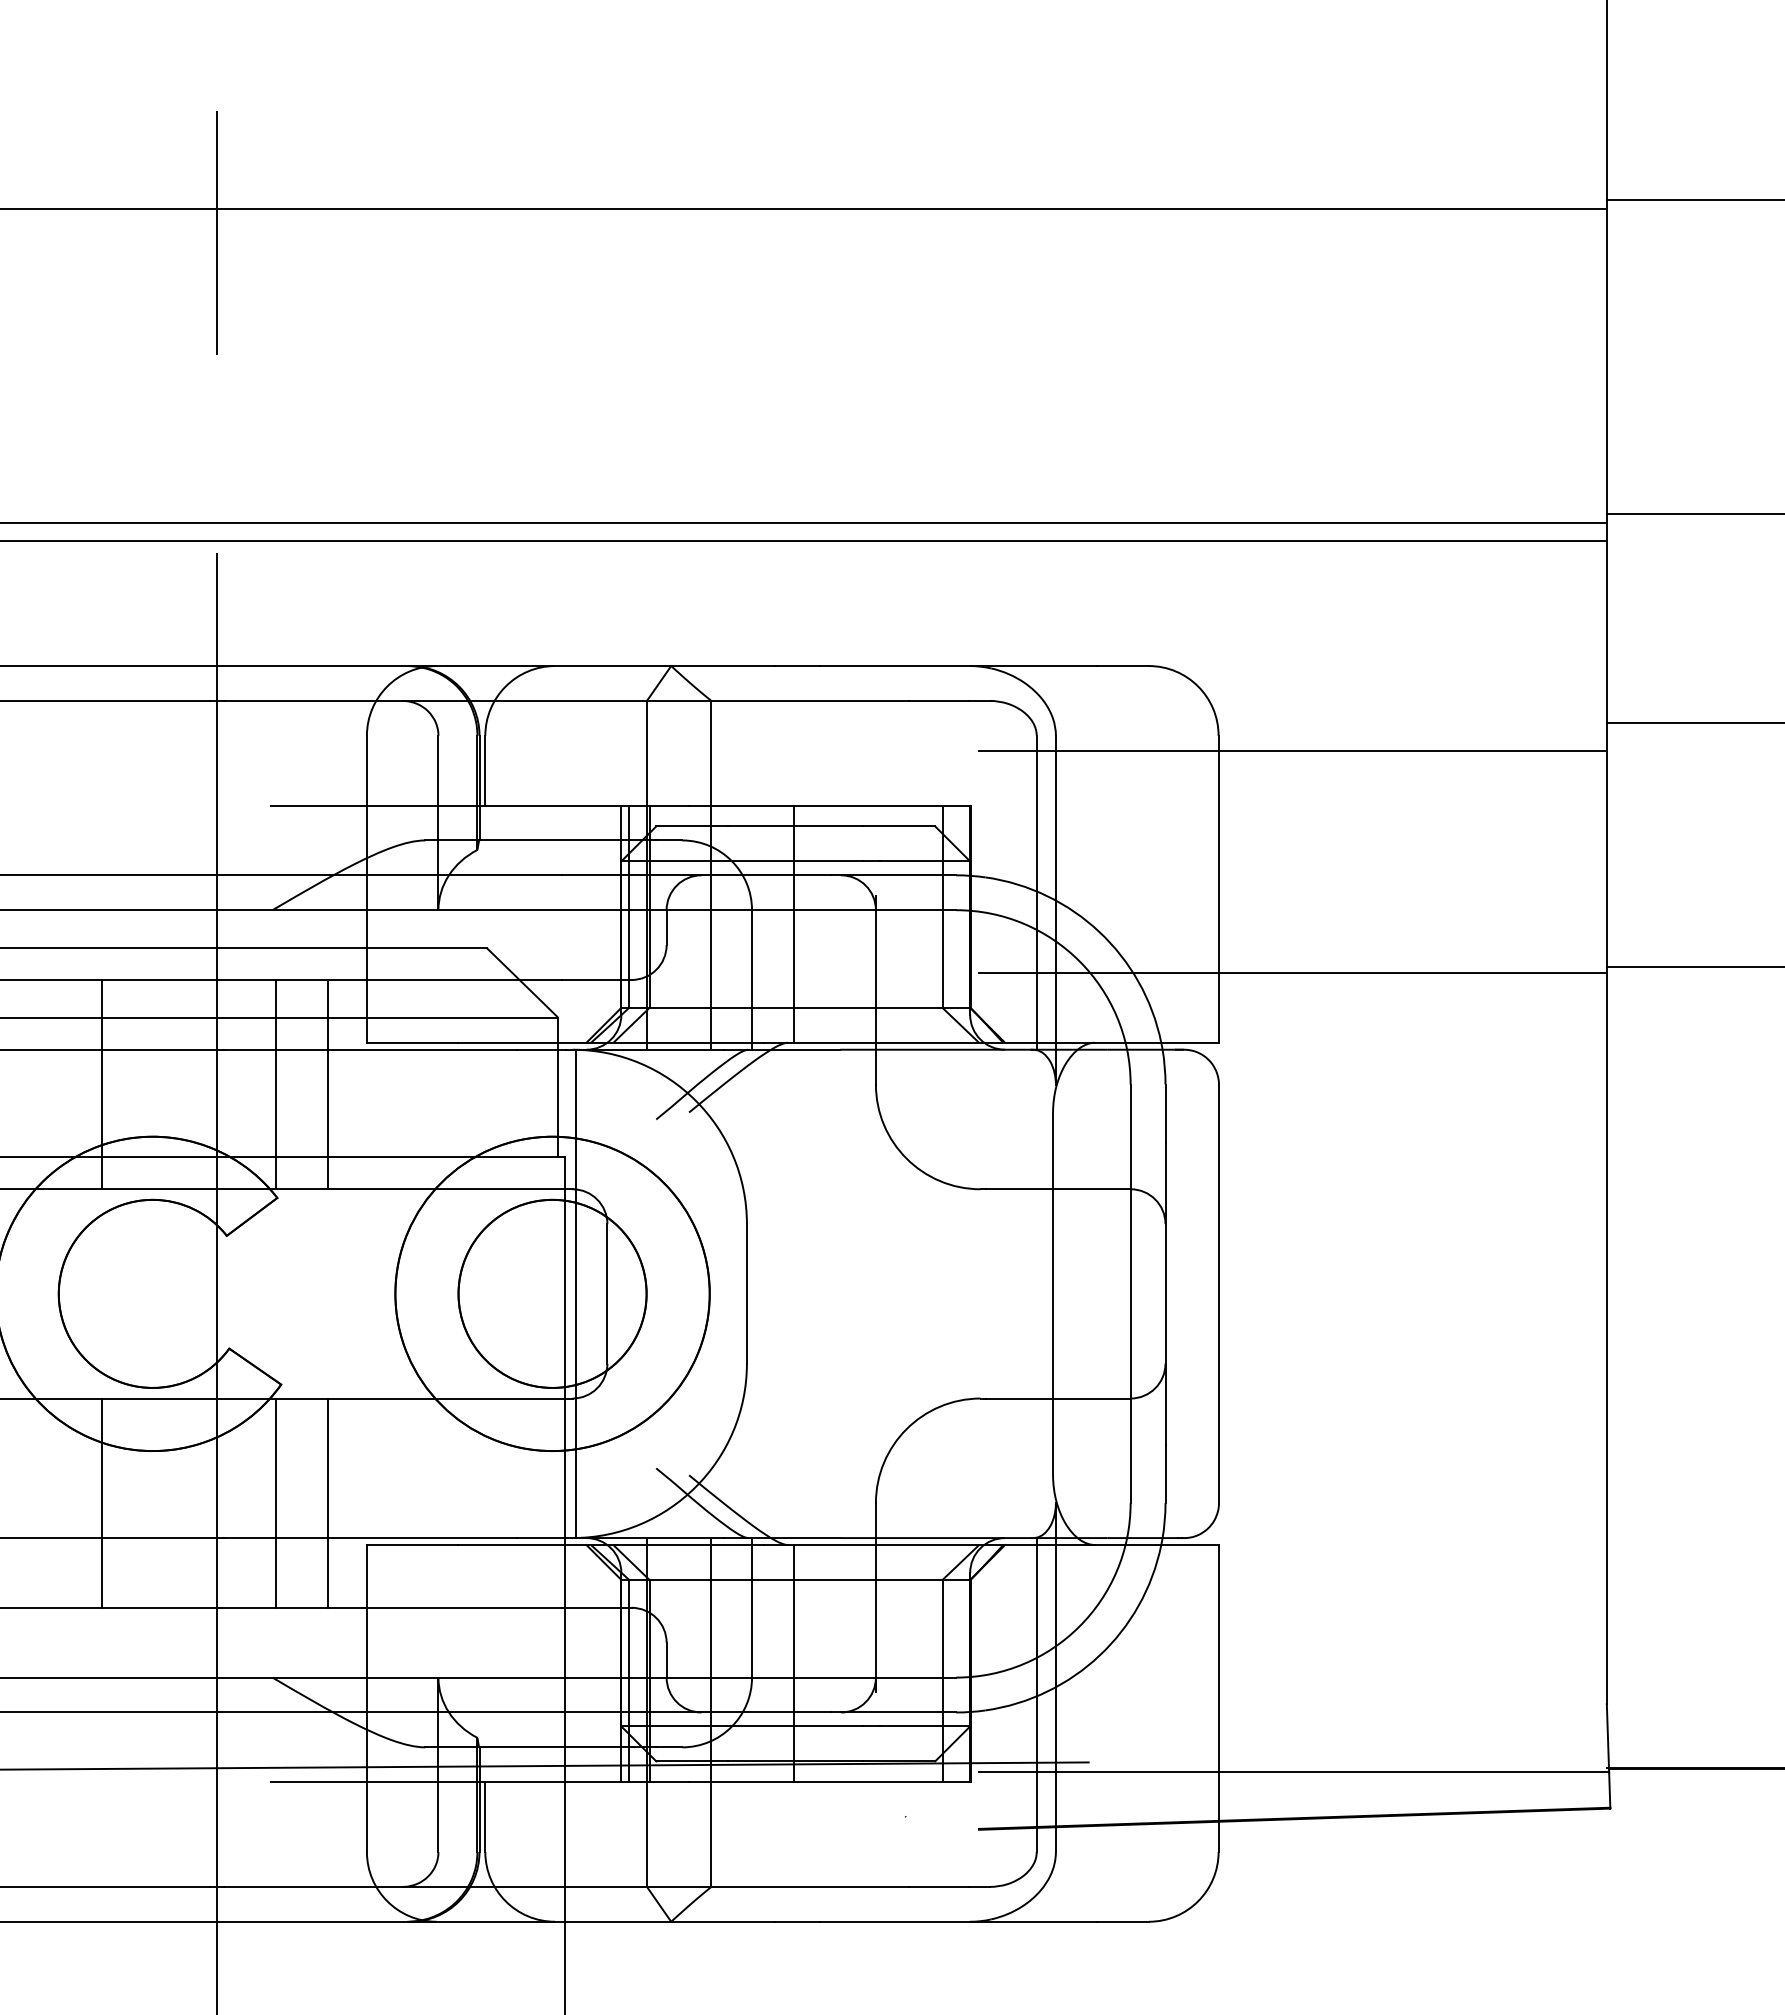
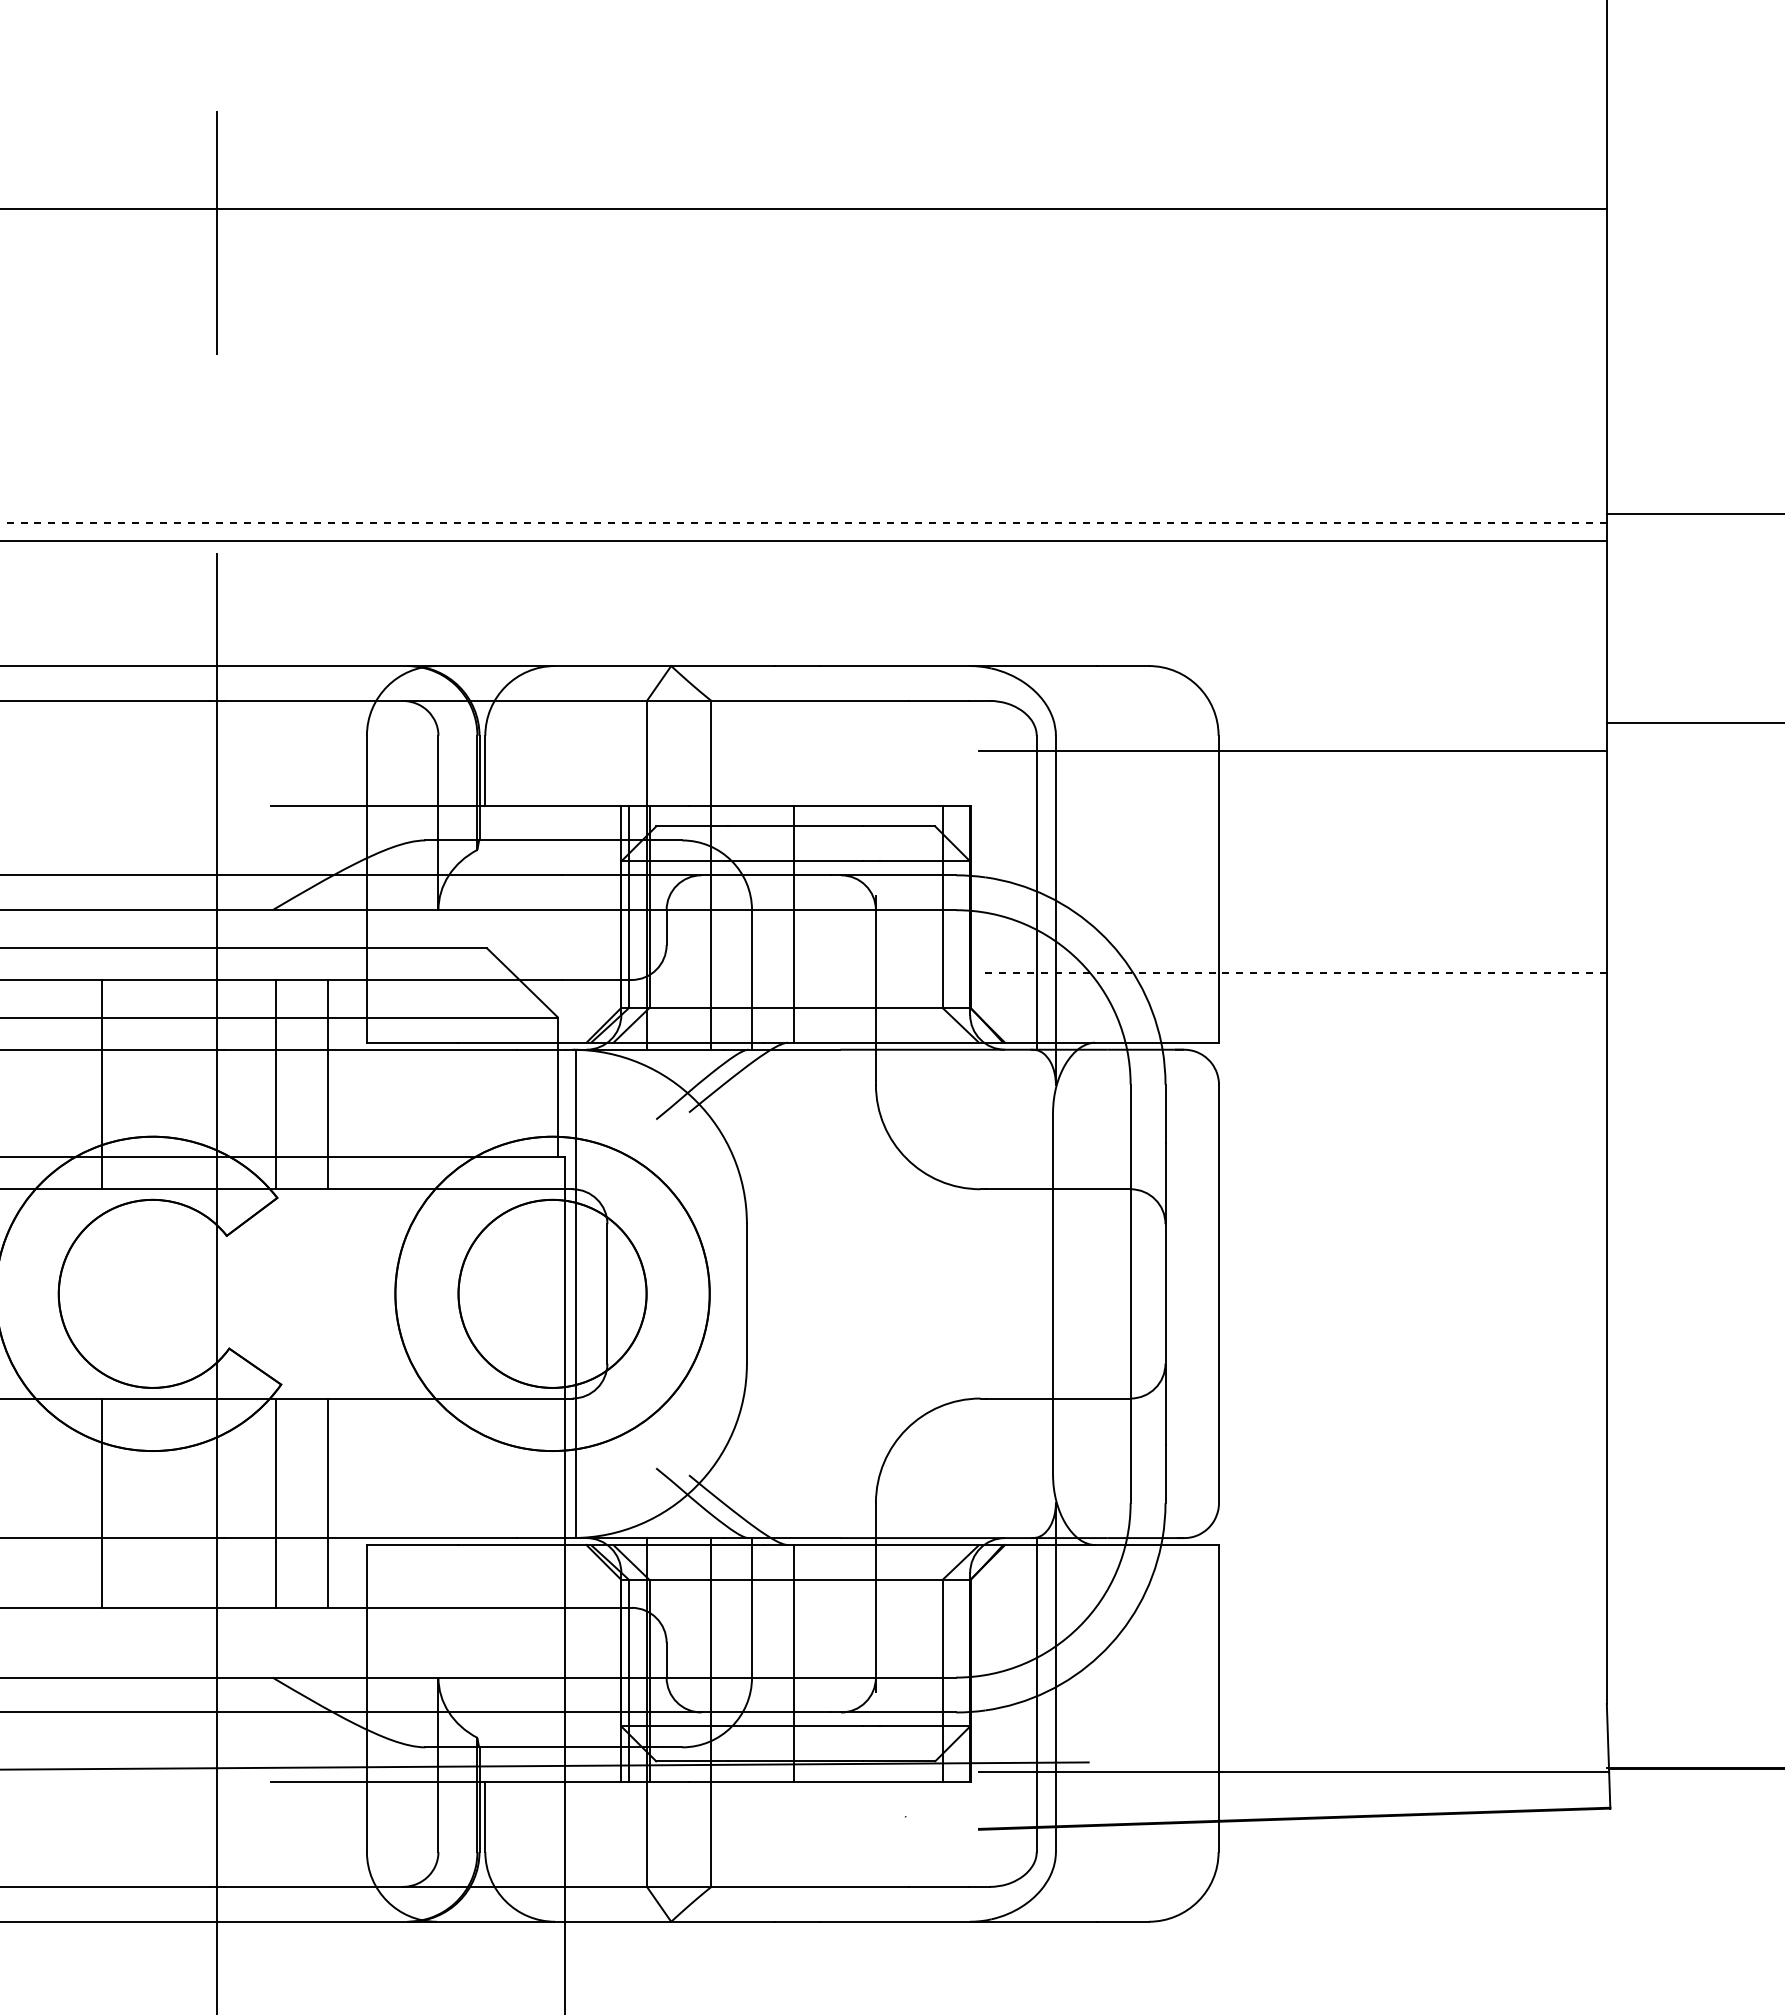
line at (1693, 199): present -> none
line at (803, 522): solid -> dashed
line at (1693, 967): present -> none
line at (1292, 973): solid -> dashed
